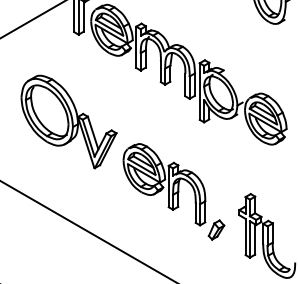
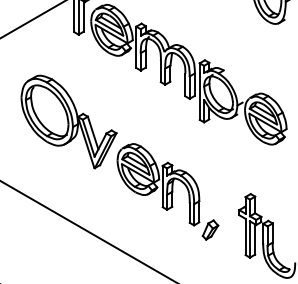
part at (173, 191) position: (173, 191) -> (167, 191)
